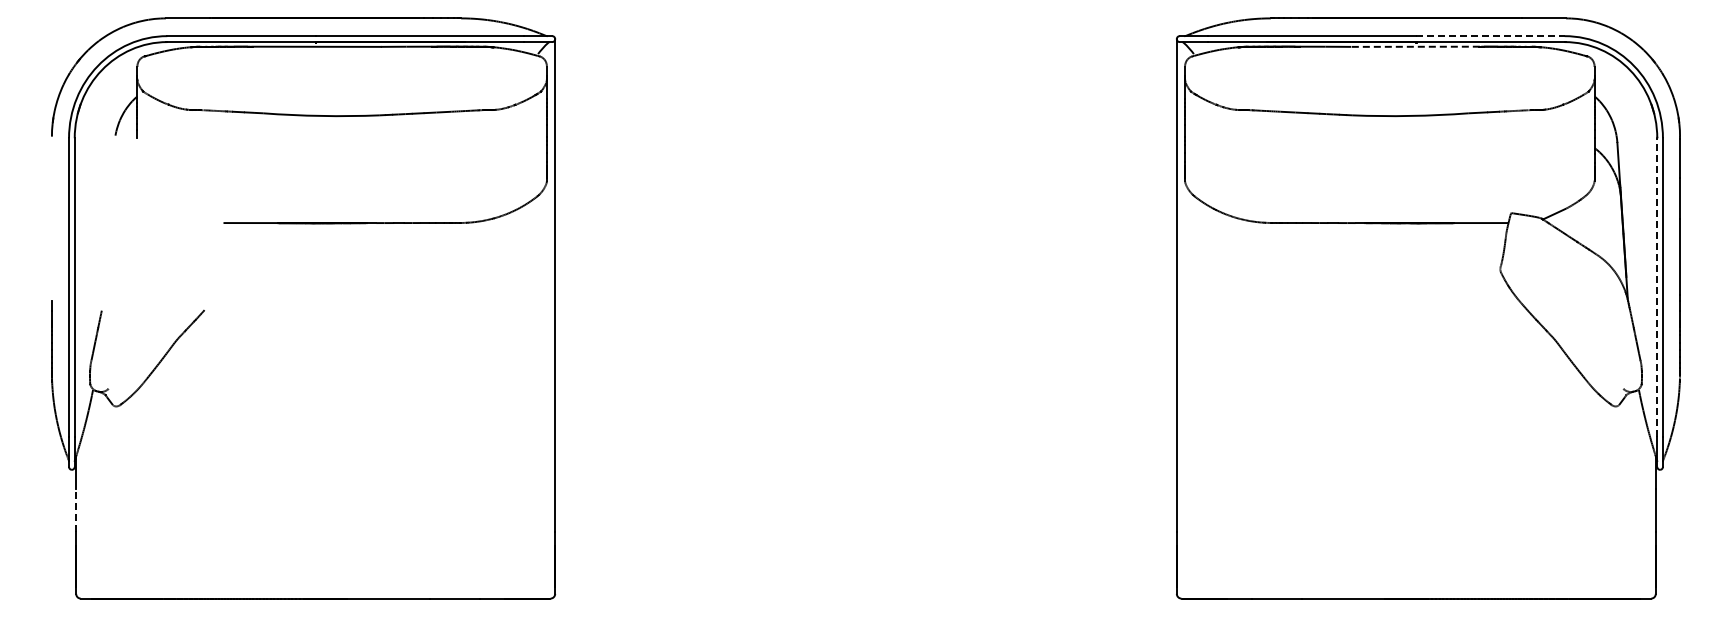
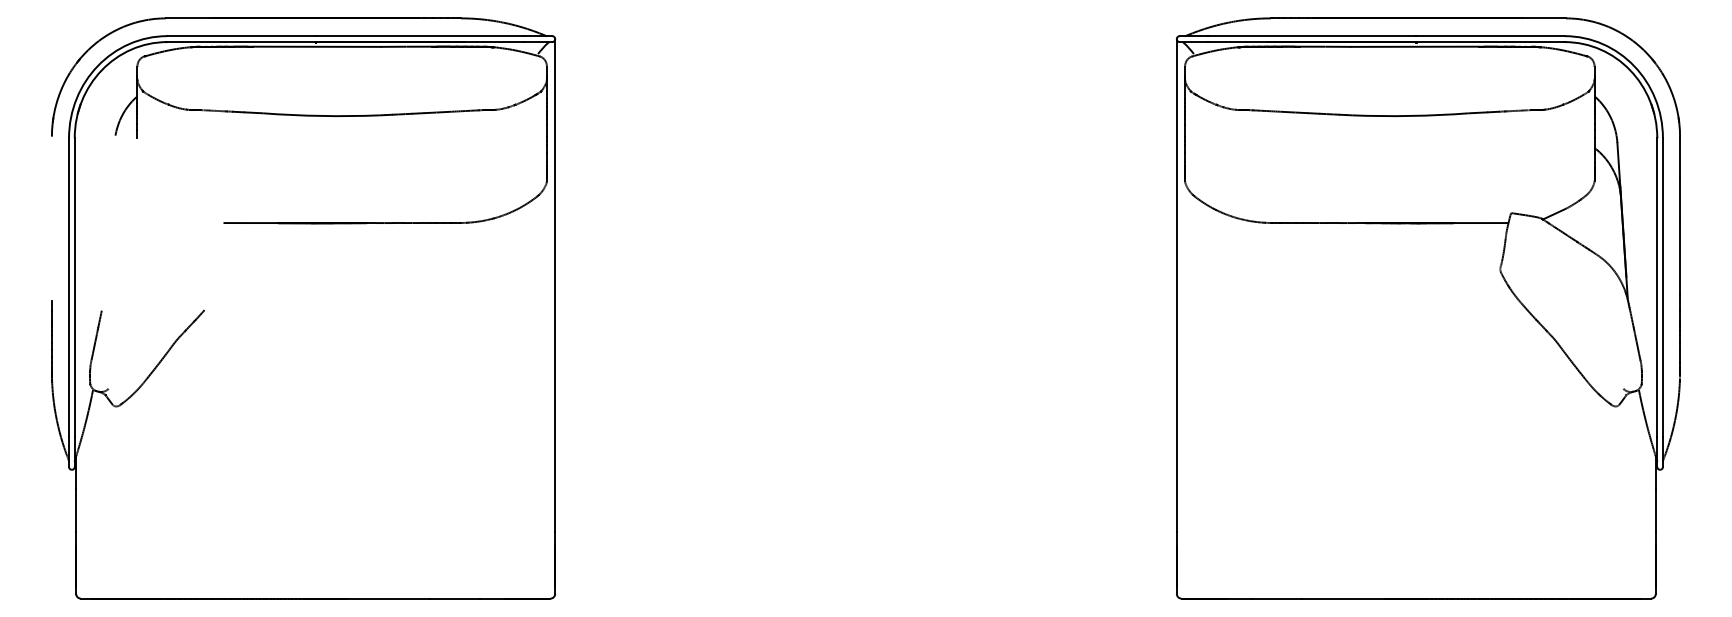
line at (1491, 36): dashed -> solid
line at (1415, 46): dashed -> solid
line at (1657, 287): dashed -> solid
line at (76, 509): dashed -> solid
